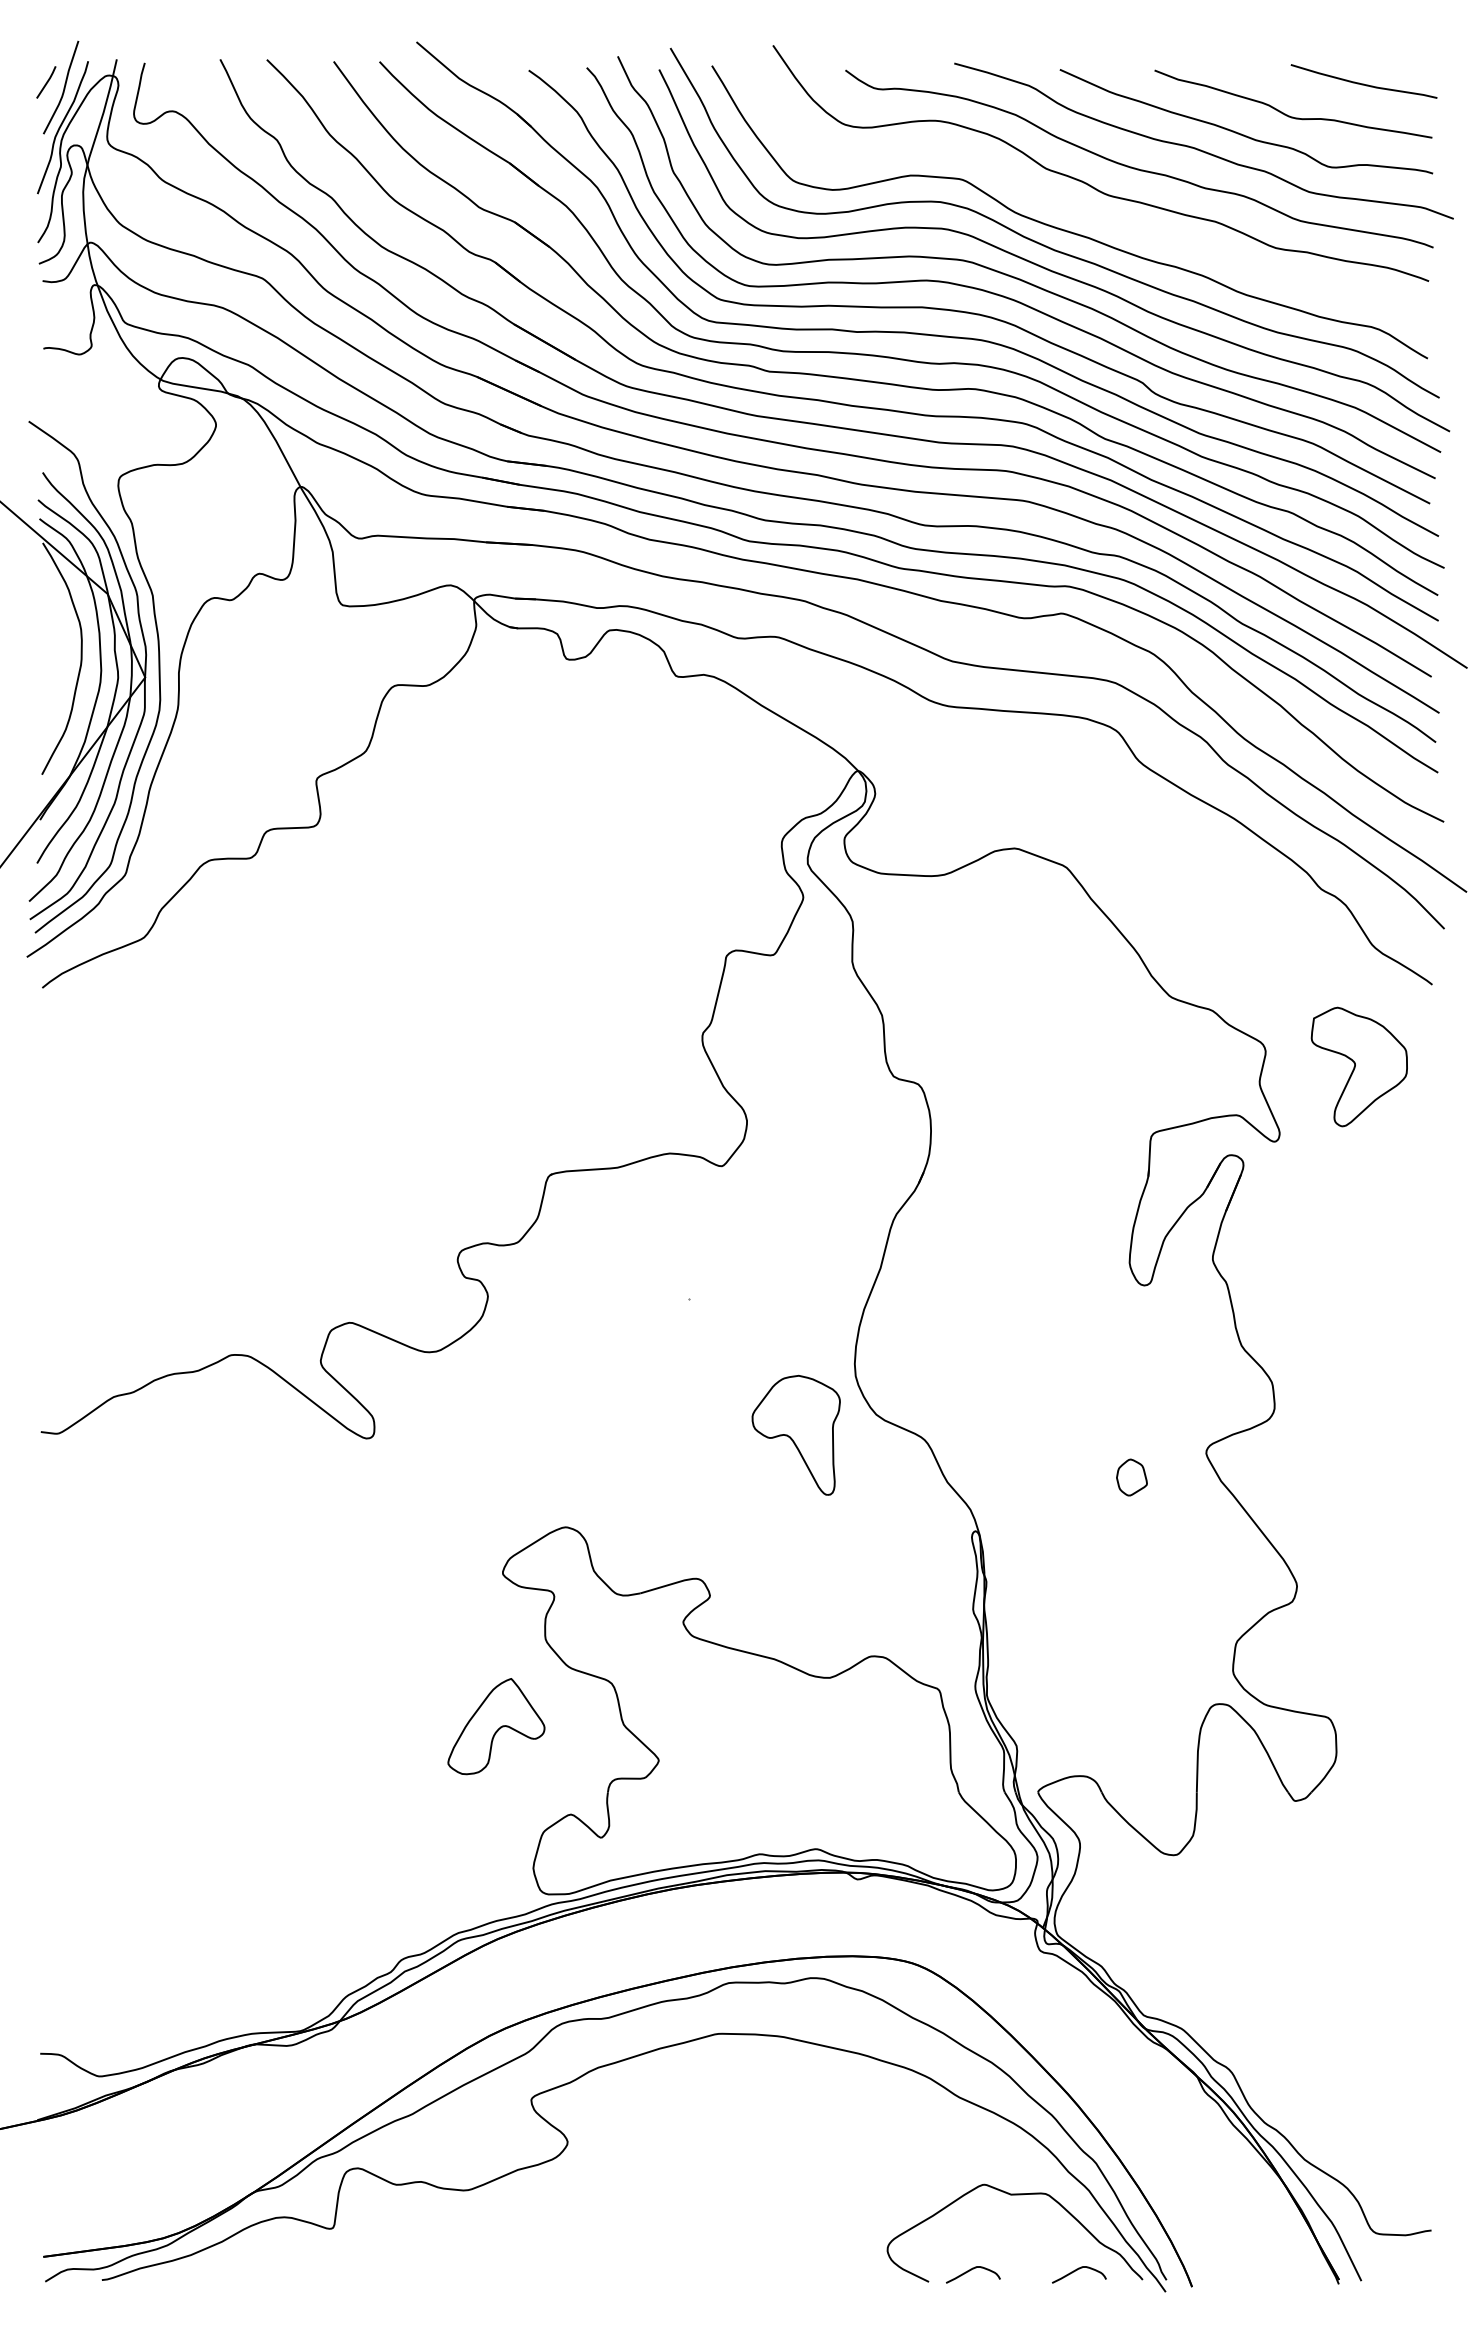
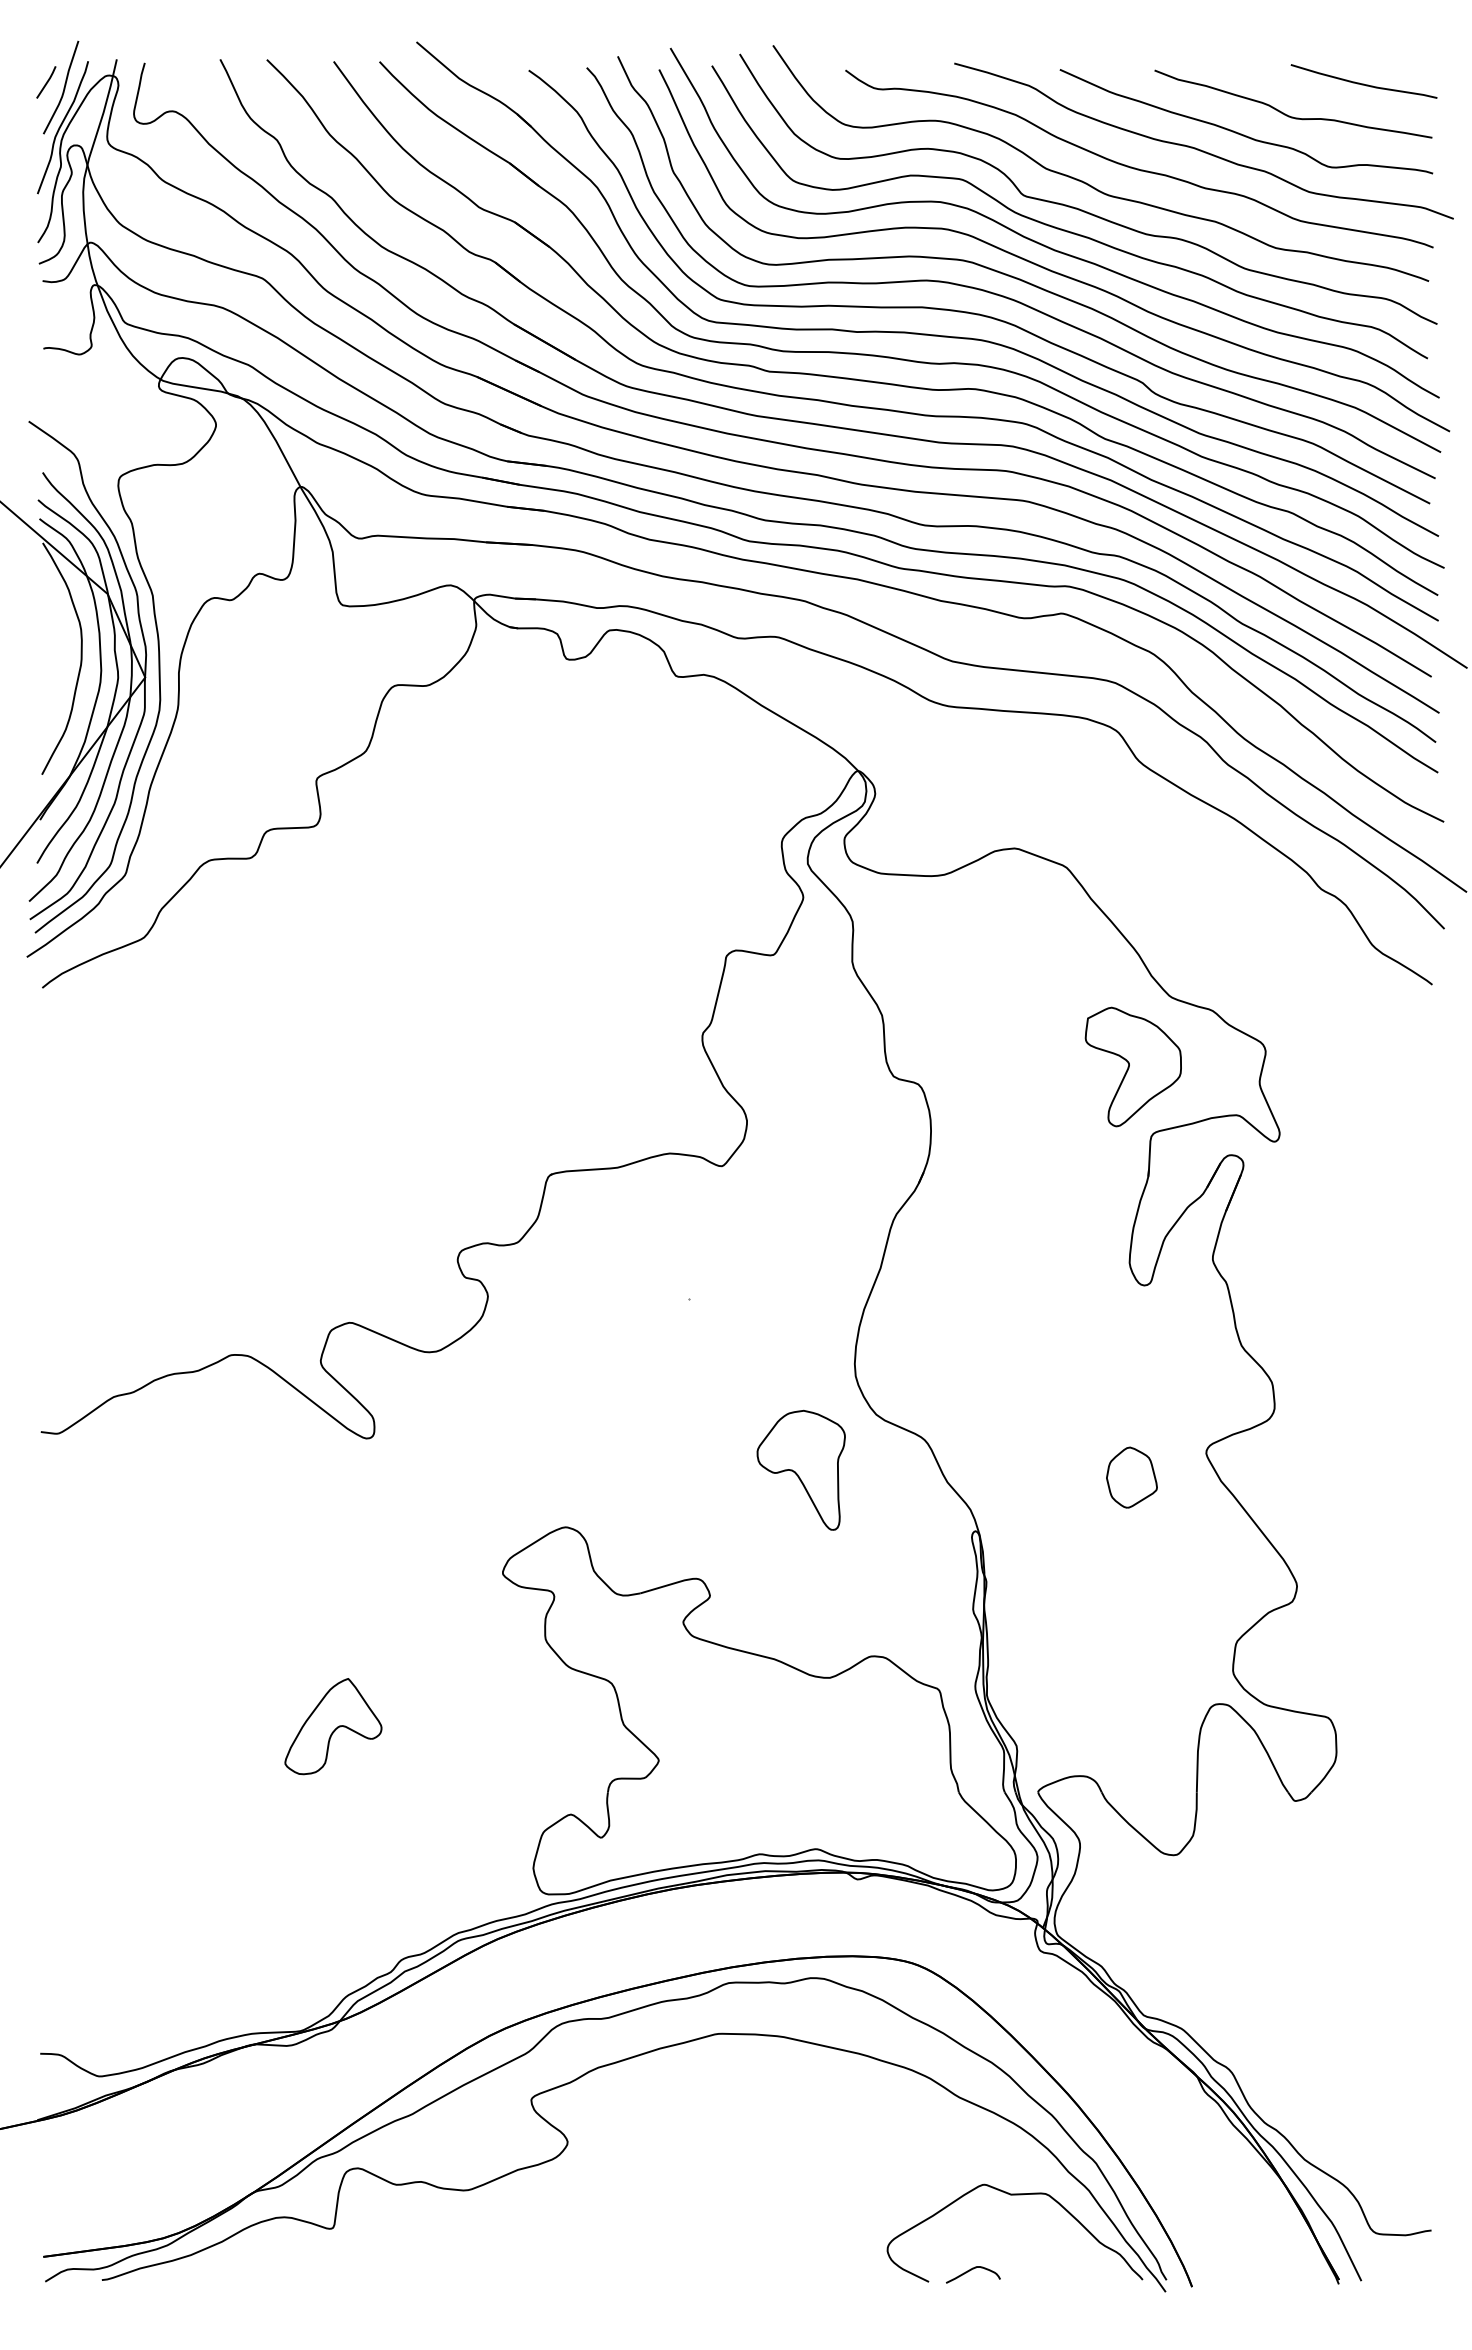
curve at (1082, 209): none -> present
part at (1358, 1066) position: (1358, 1066) -> (1132, 1066)
part at (795, 1434) position: (795, 1434) -> (800, 1469)
part at (1131, 1477) size: 32x39 px -> 52x63 px
part at (496, 1726) position: (496, 1726) -> (333, 1726)
curve at (1077, 2270): present -> none
